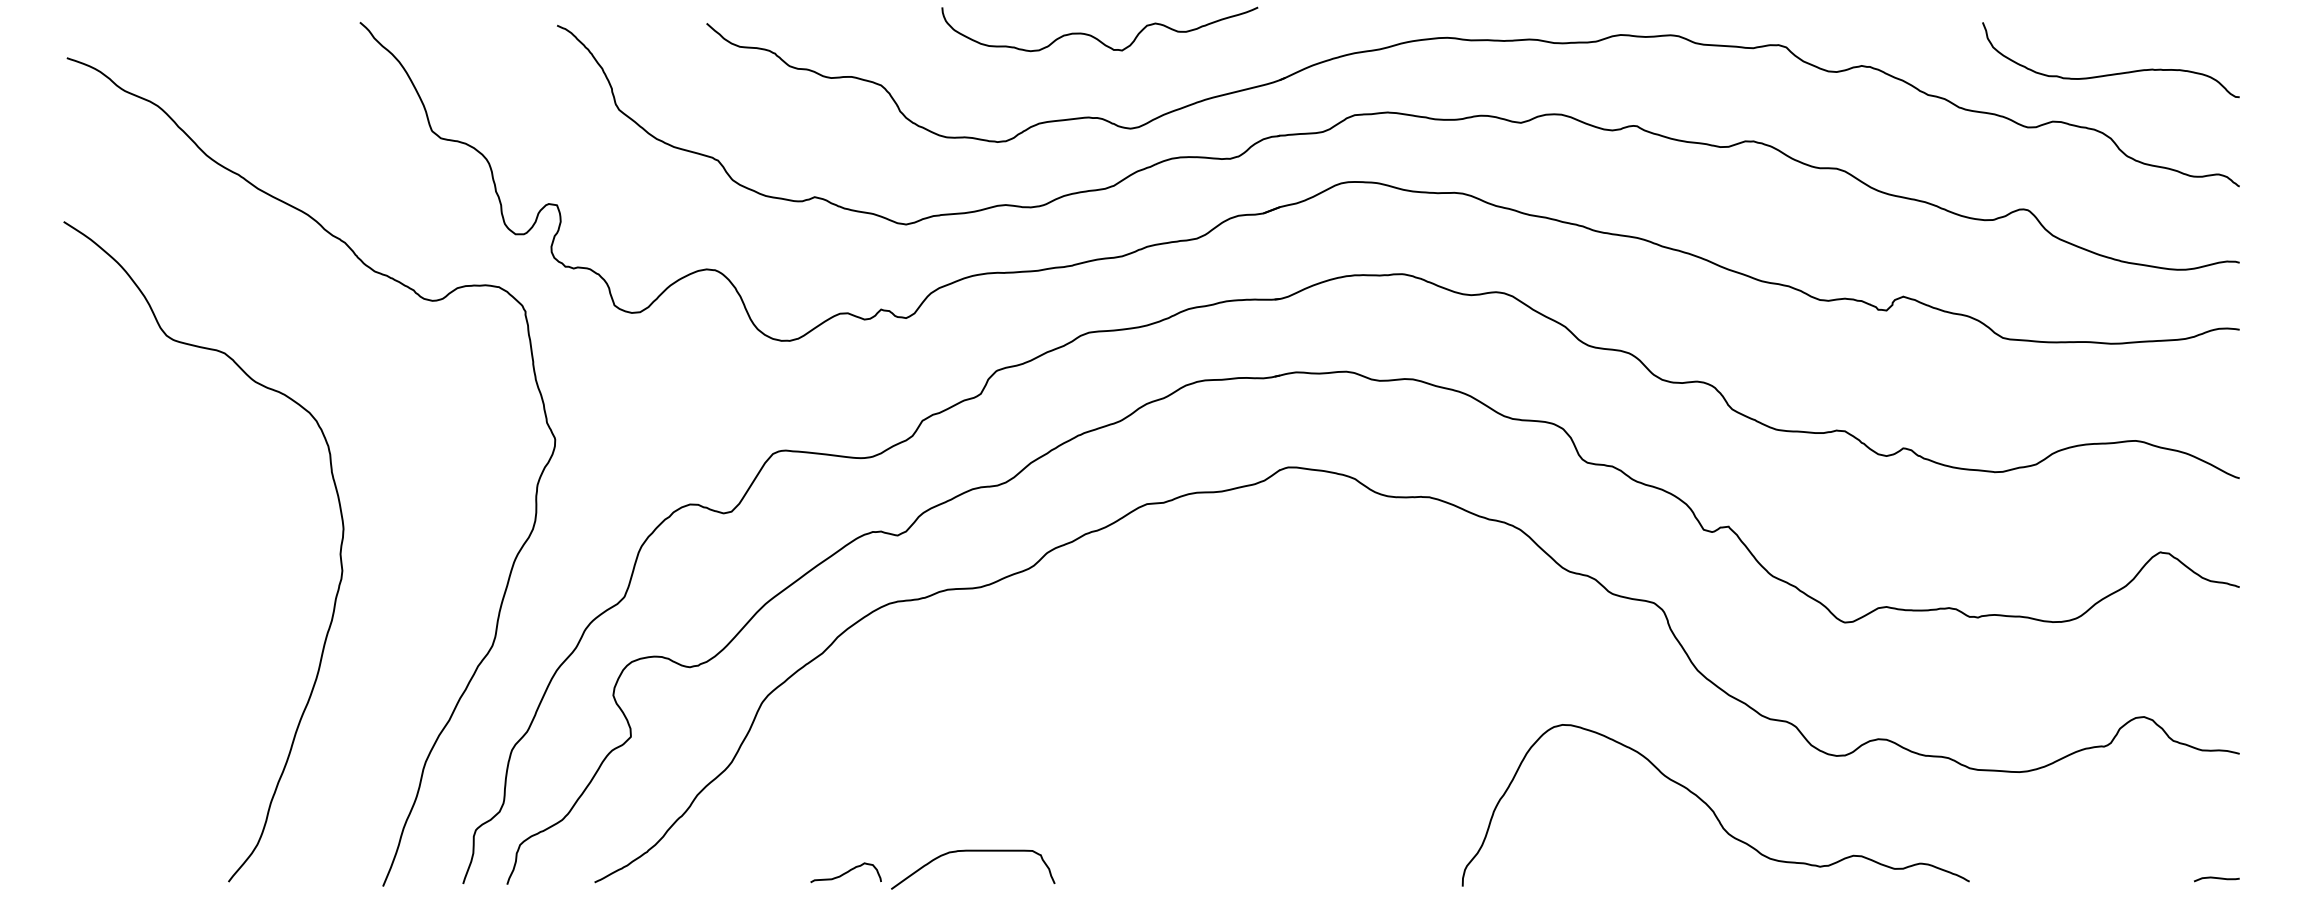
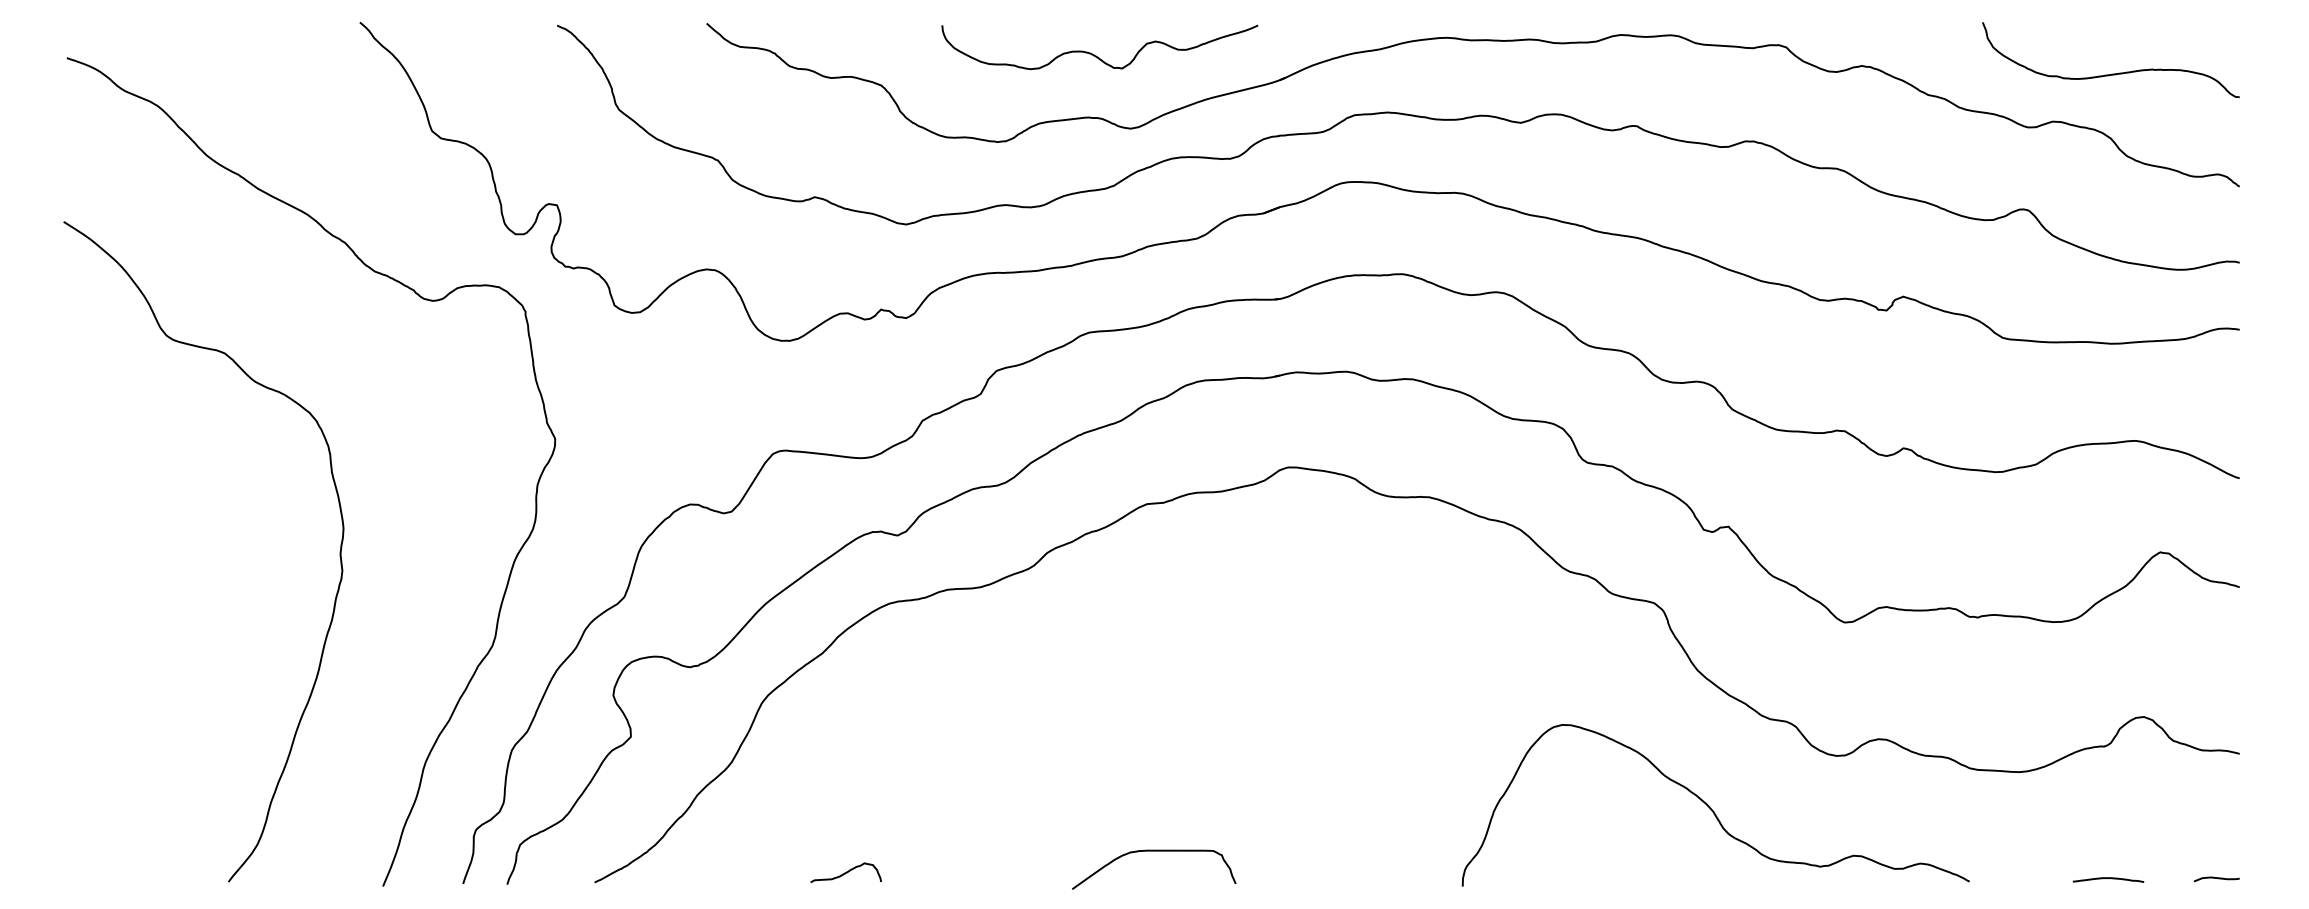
curve at (1096, 37) position: (1096, 37) -> (1096, 55)
curve at (973, 851) position: (973, 851) -> (1154, 851)
curve at (2108, 878): none -> present
